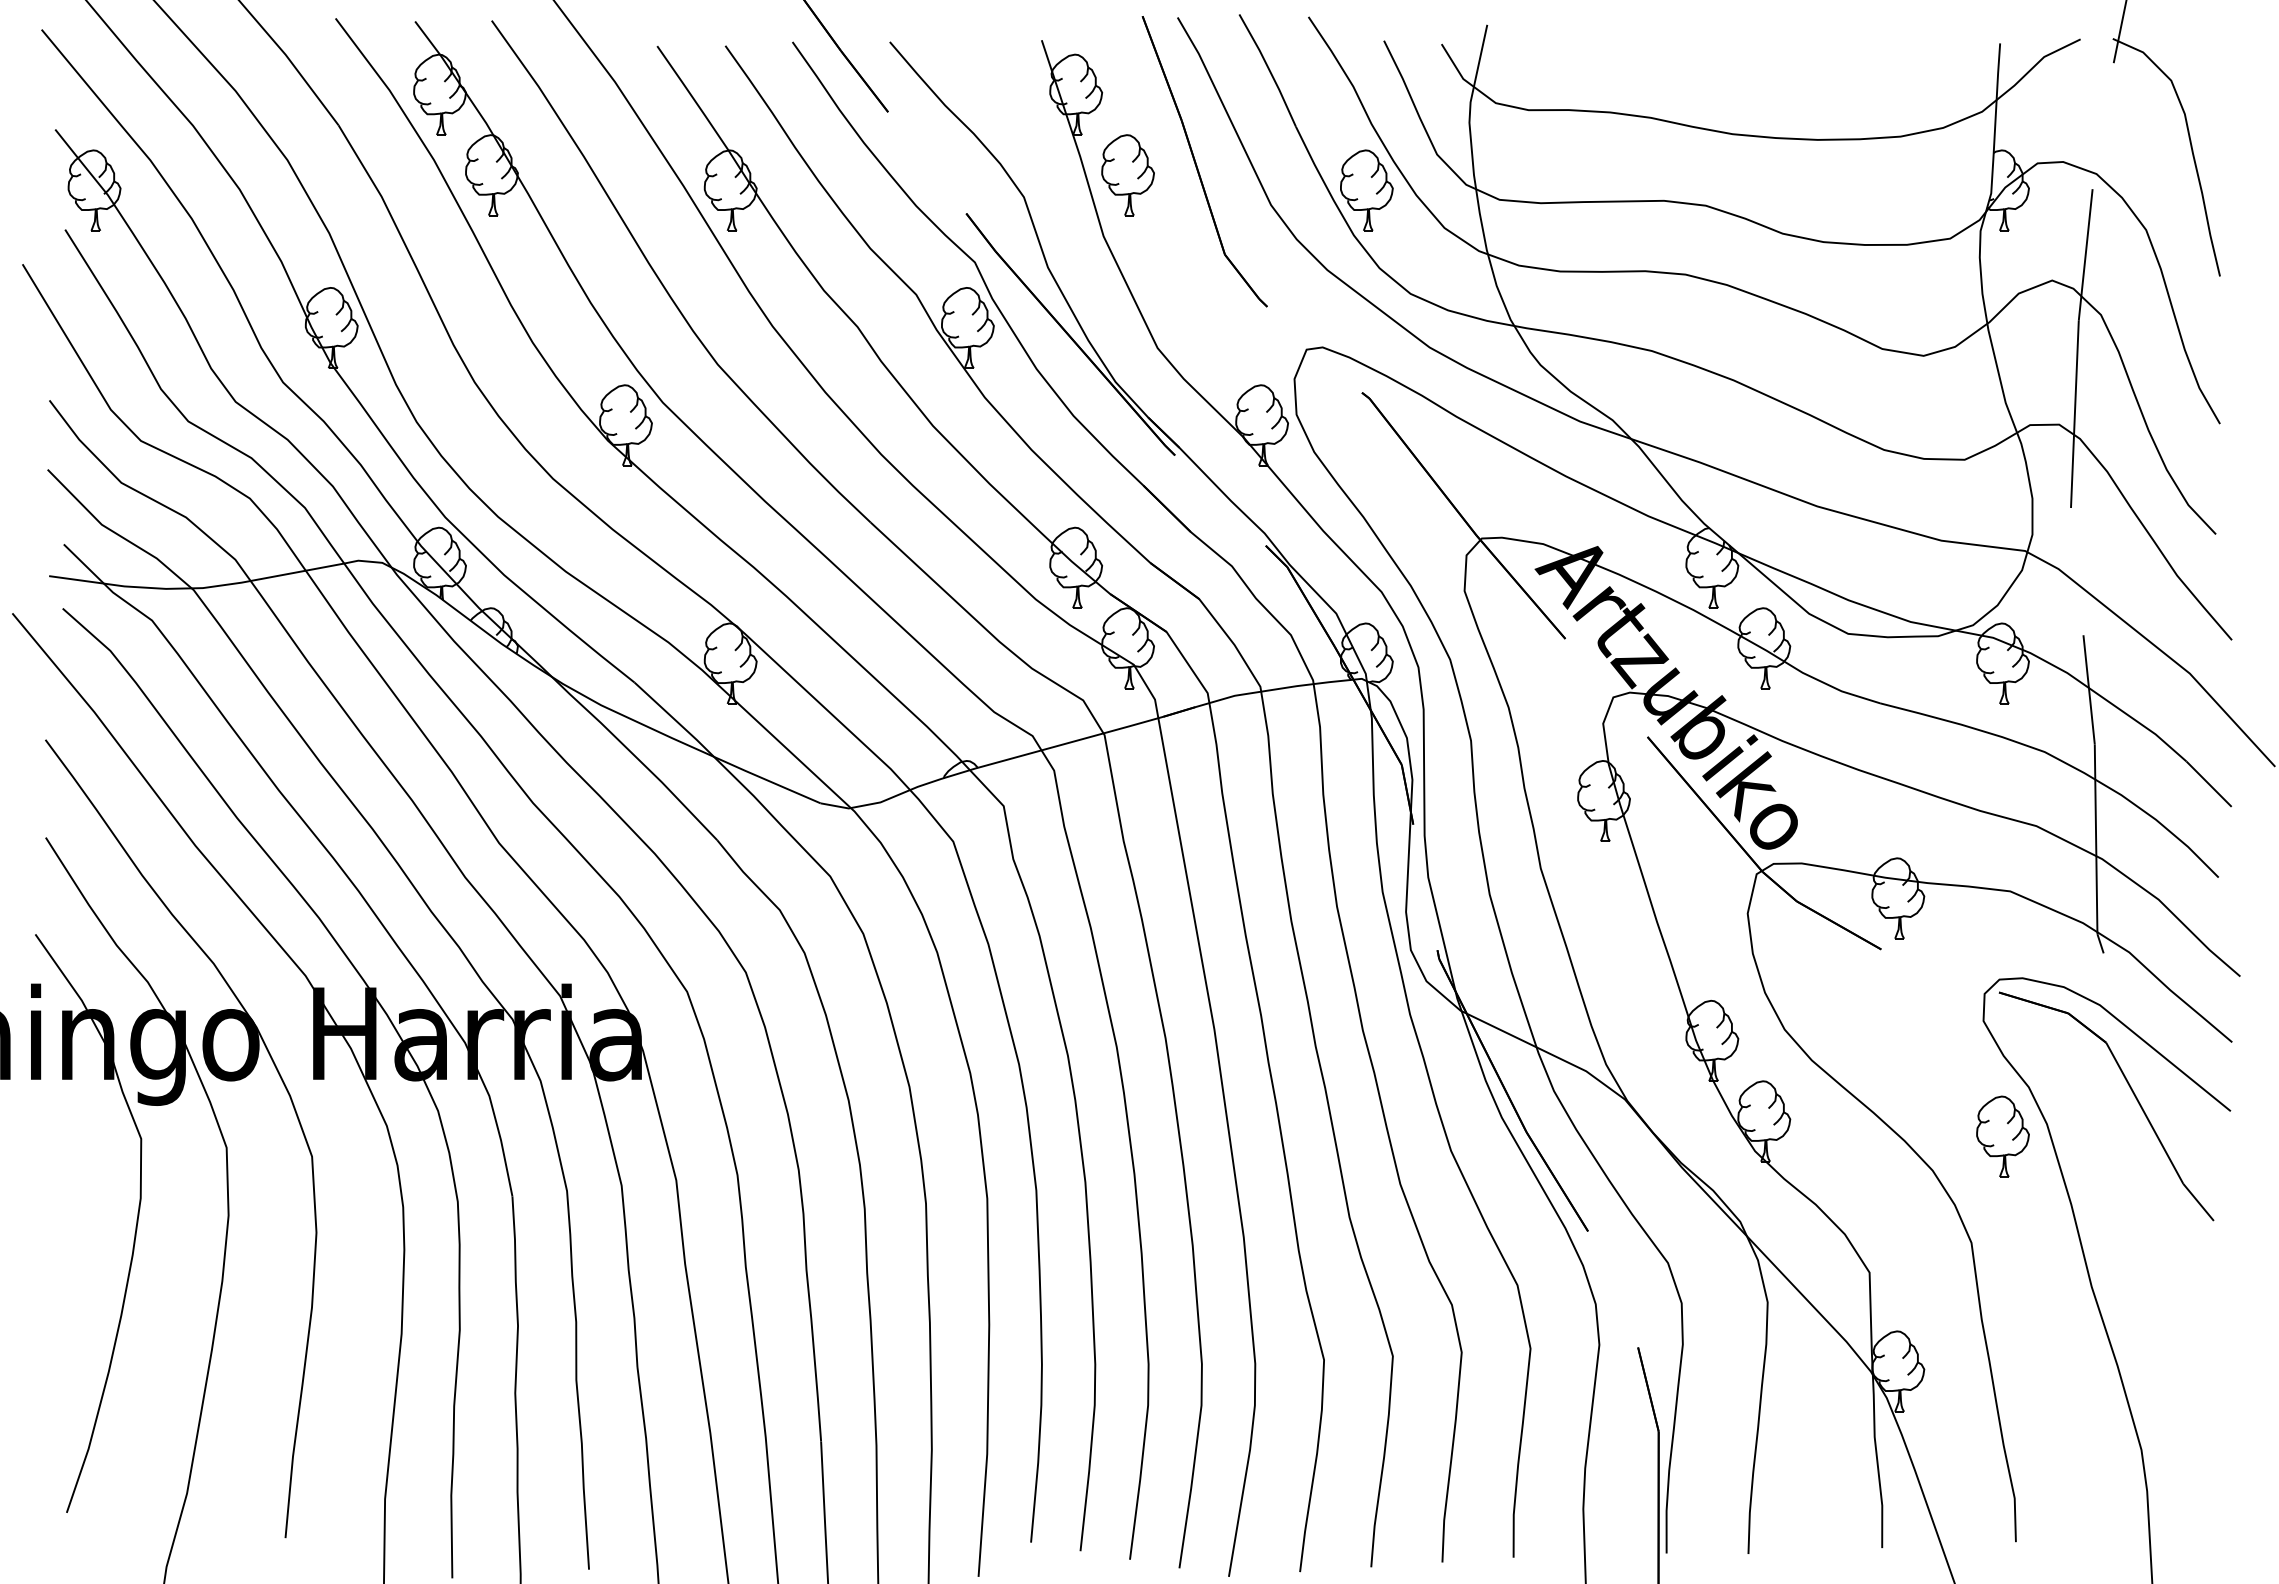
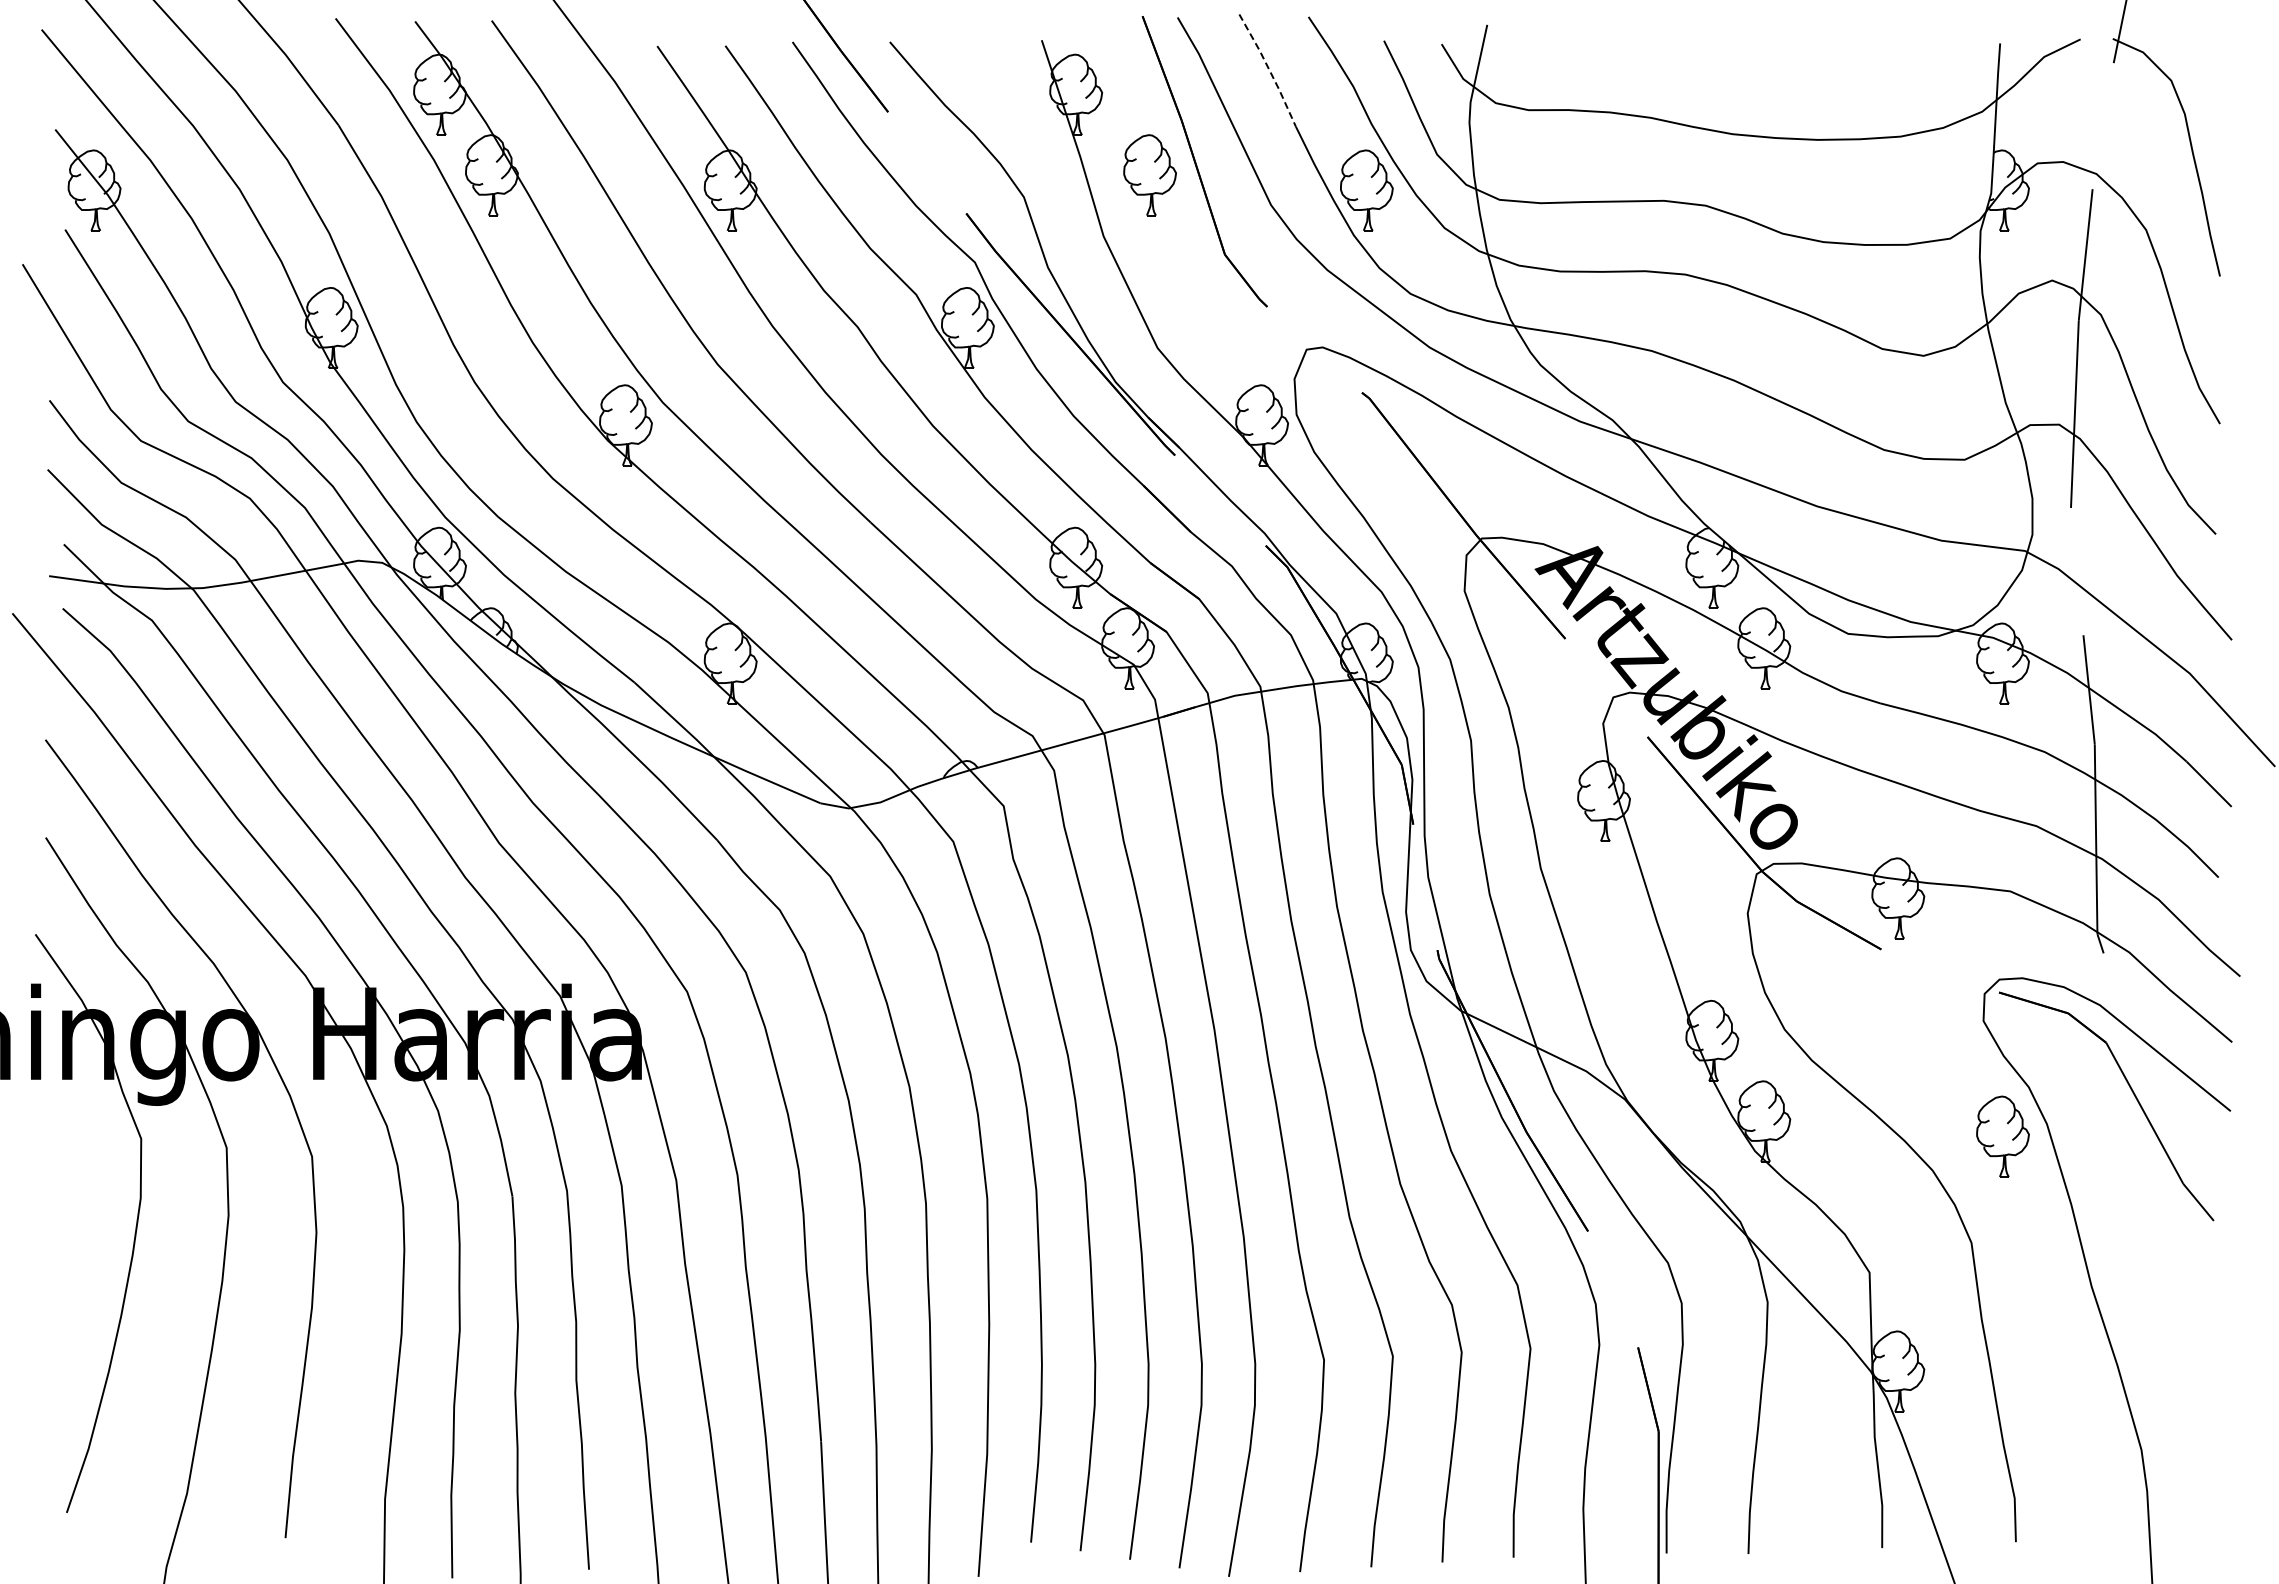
line at (1269, 69): solid -> dashed
part at (1127, 175) position: (1127, 175) -> (1149, 175)
